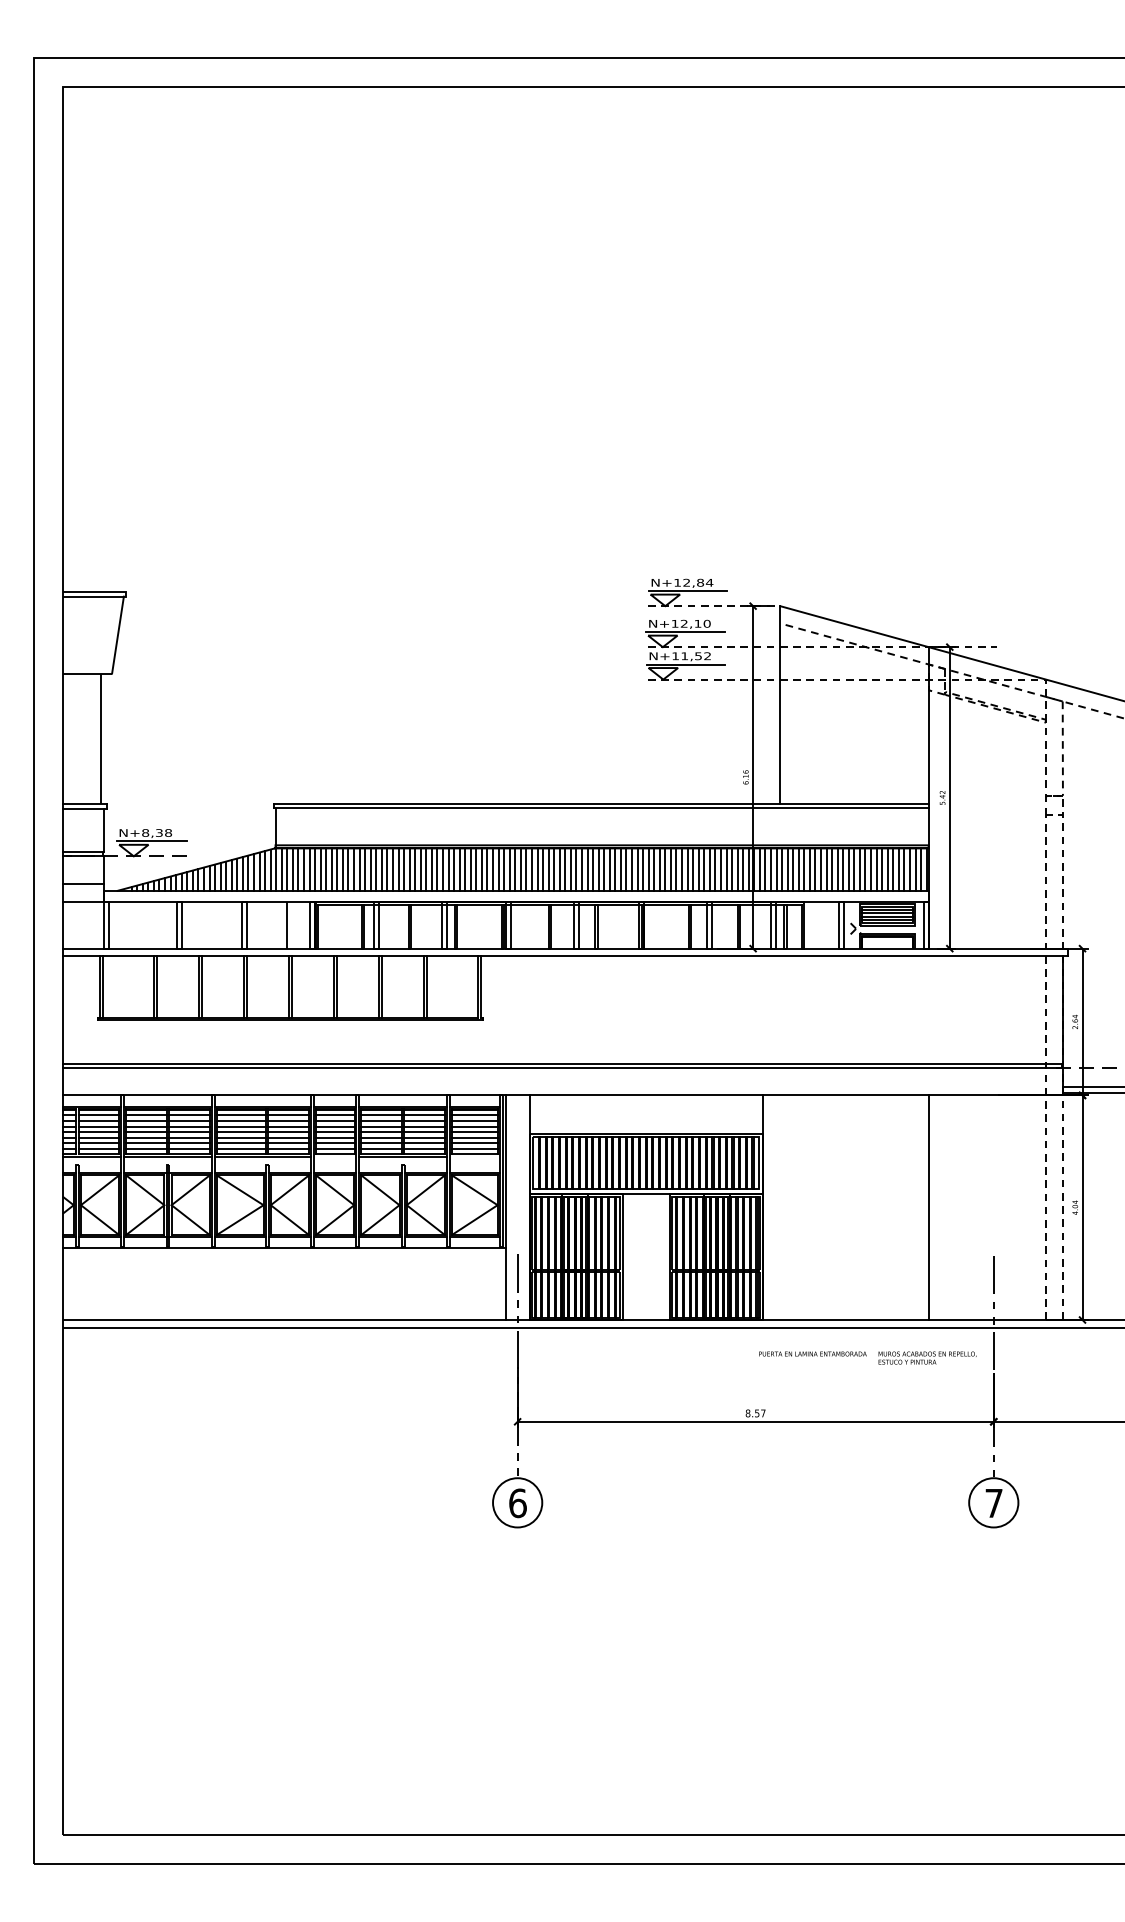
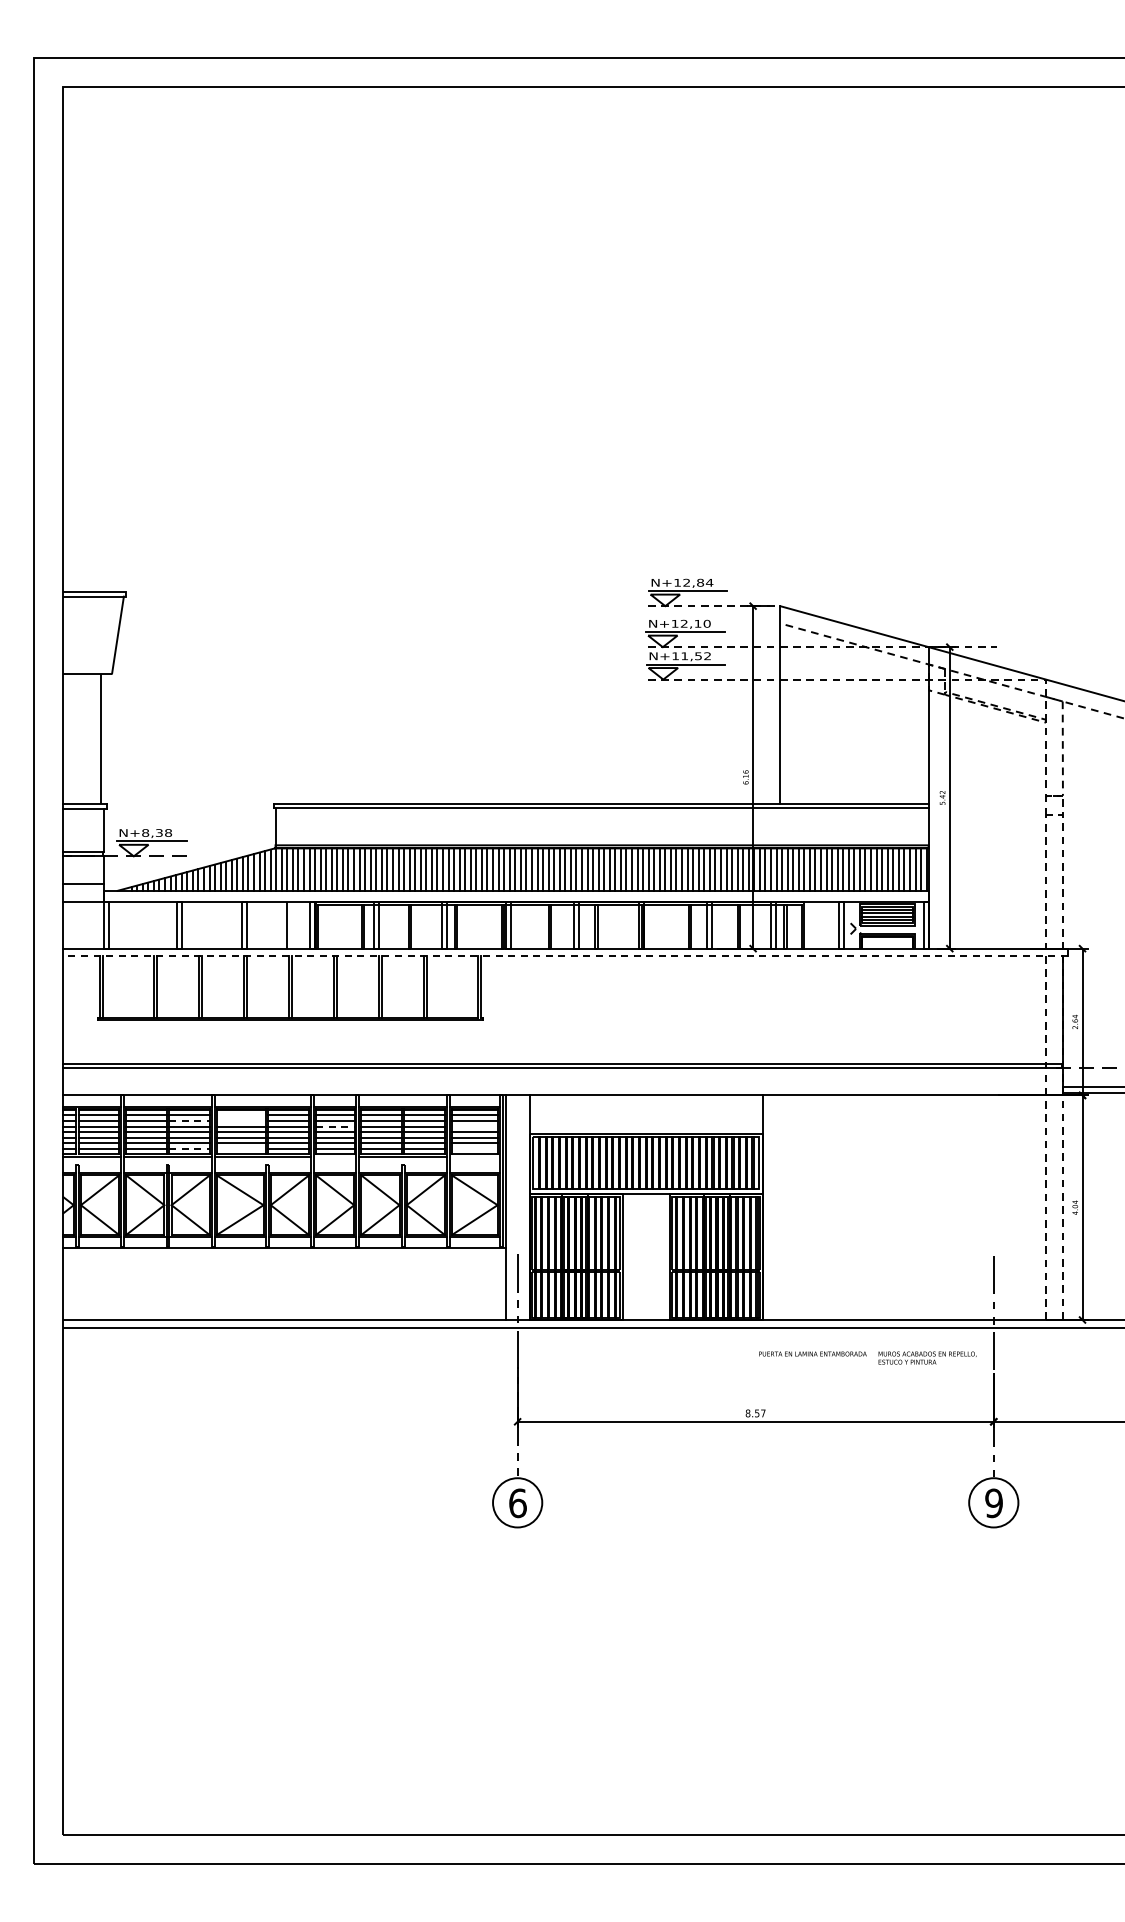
line at (564, 956): solid -> dashed
line at (241, 1115): present -> none
line at (189, 1120): solid -> dashed
line at (241, 1120): present -> none
line at (335, 1126): solid -> dashed
line at (475, 1126): present -> none
line at (189, 1148): solid -> dashed
line at (241, 1148): present -> none
line at (475, 1148): present -> none
line at (928, 1207): present -> none
text at (993, 1503): 7 -> 9
